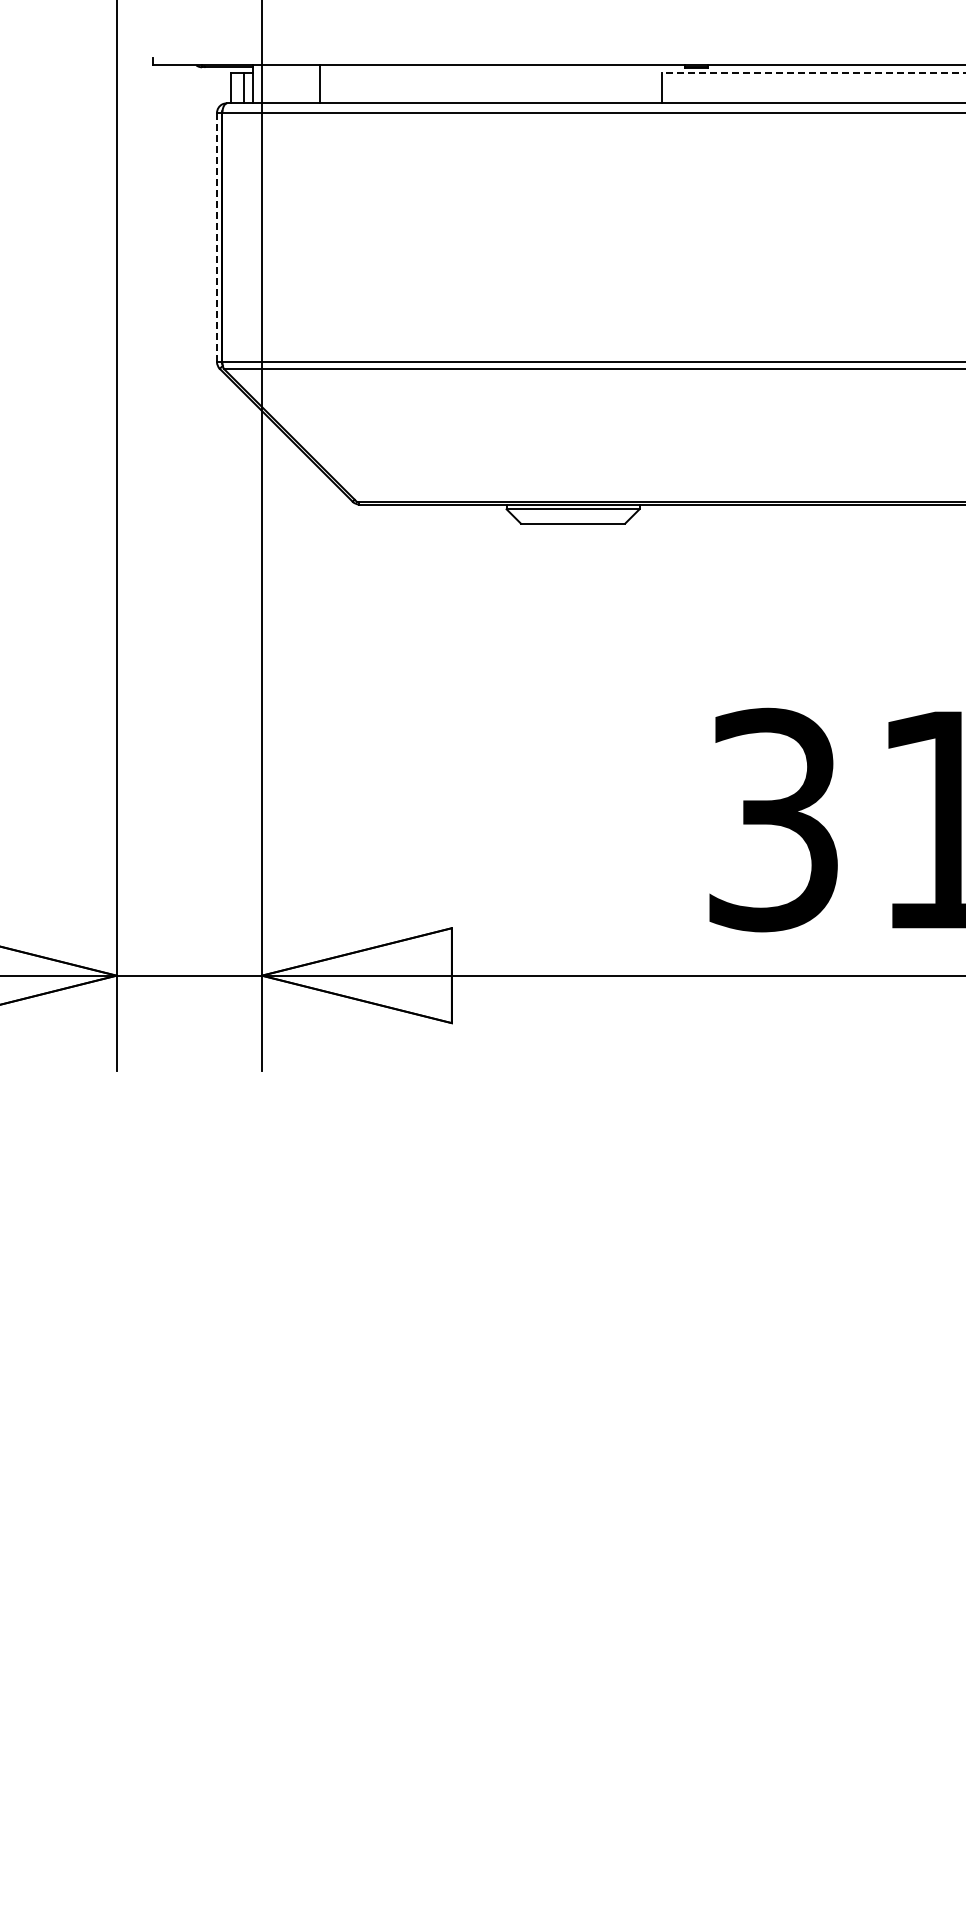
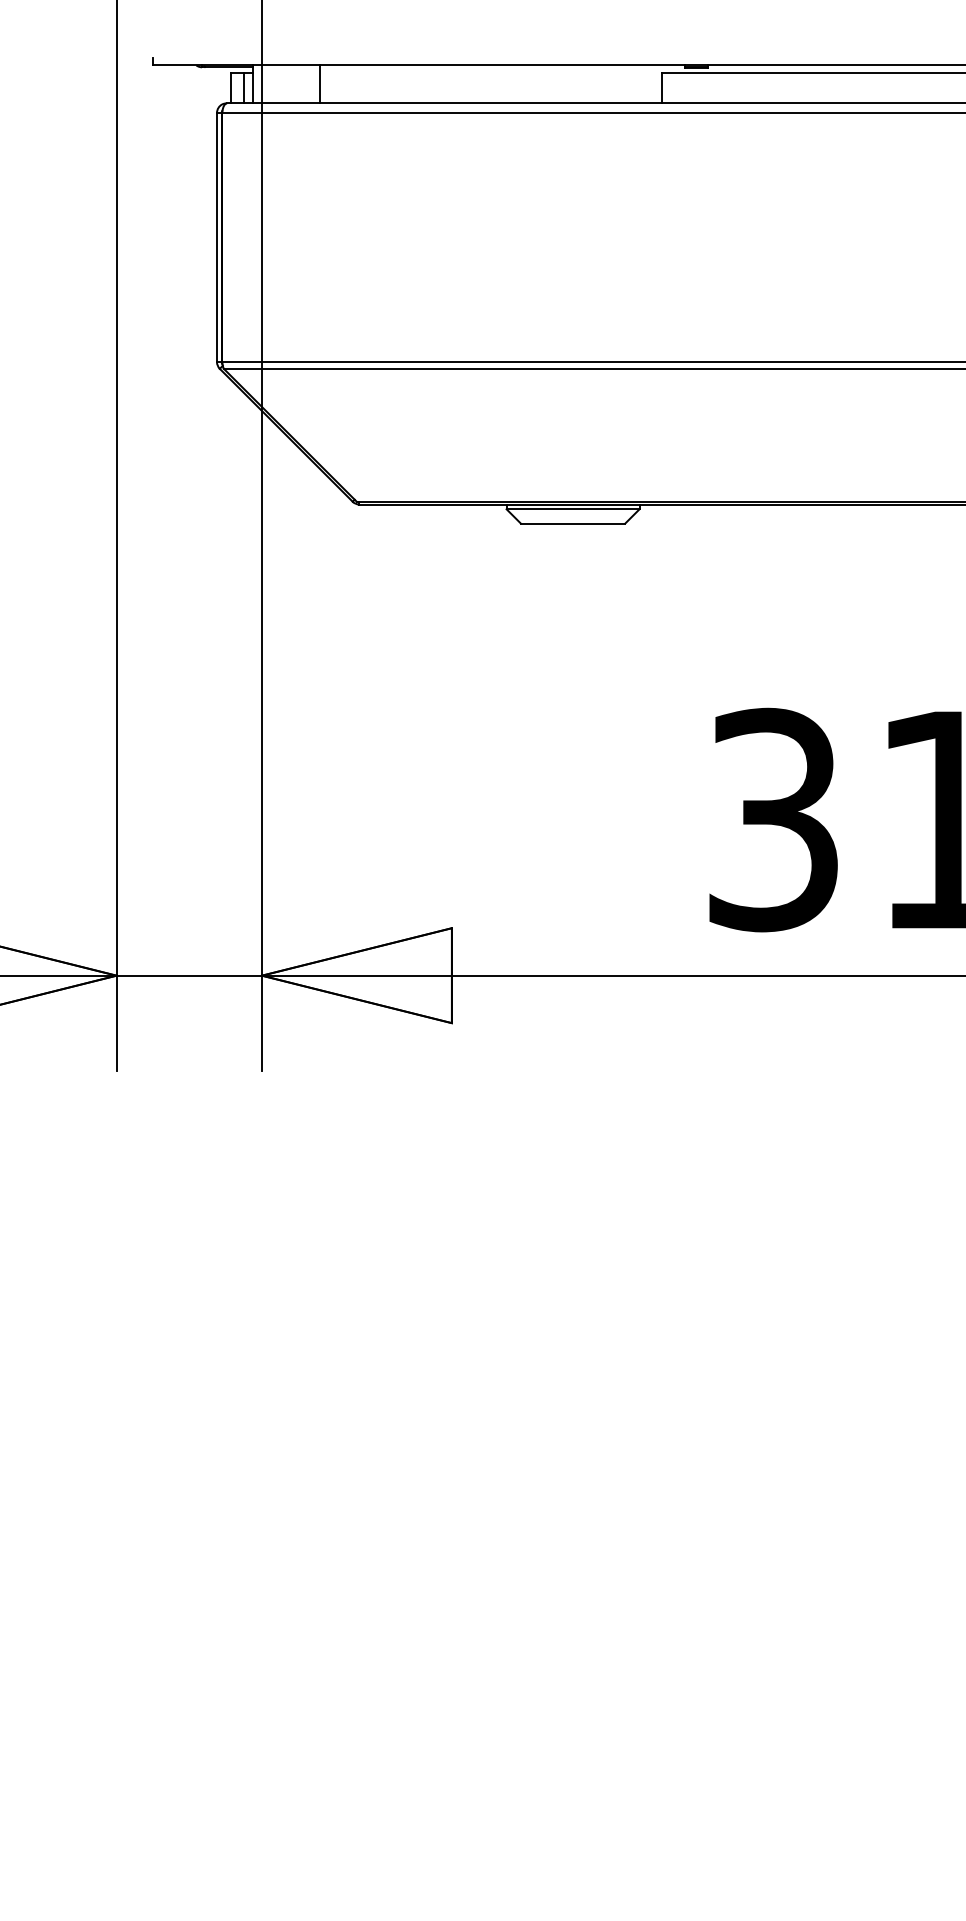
line at (813, 72): dashed -> solid
line at (217, 237): dashed -> solid
